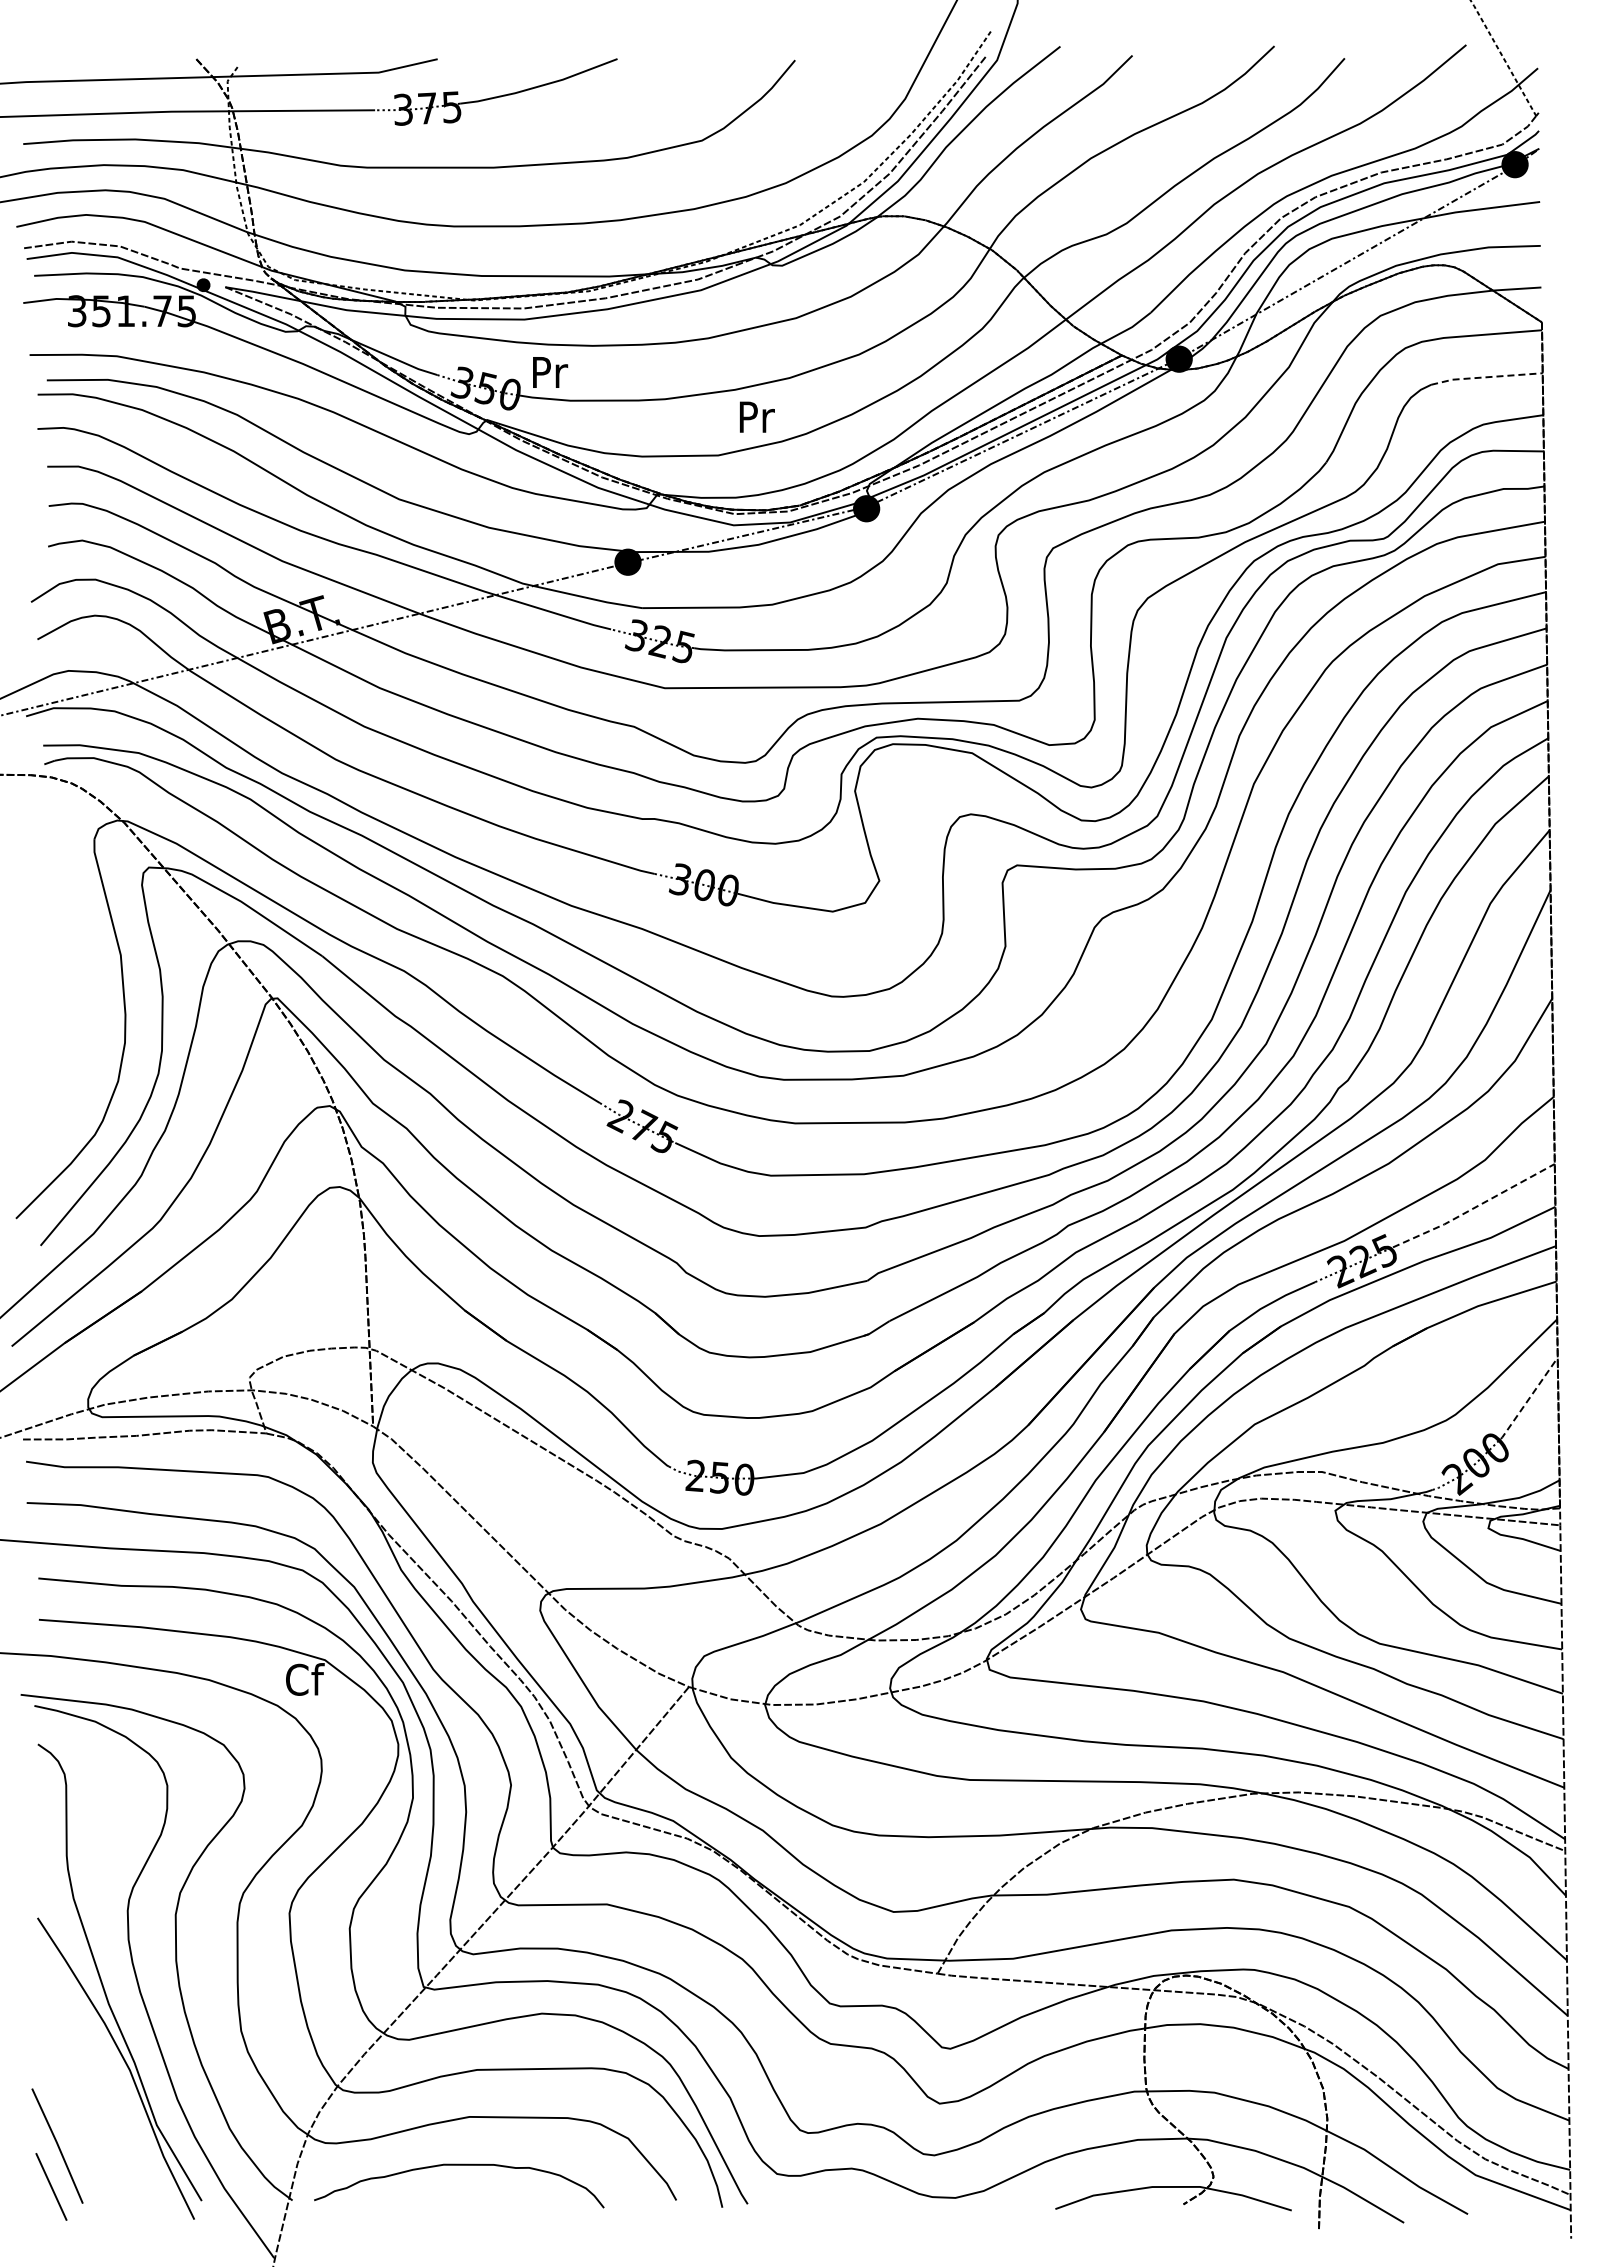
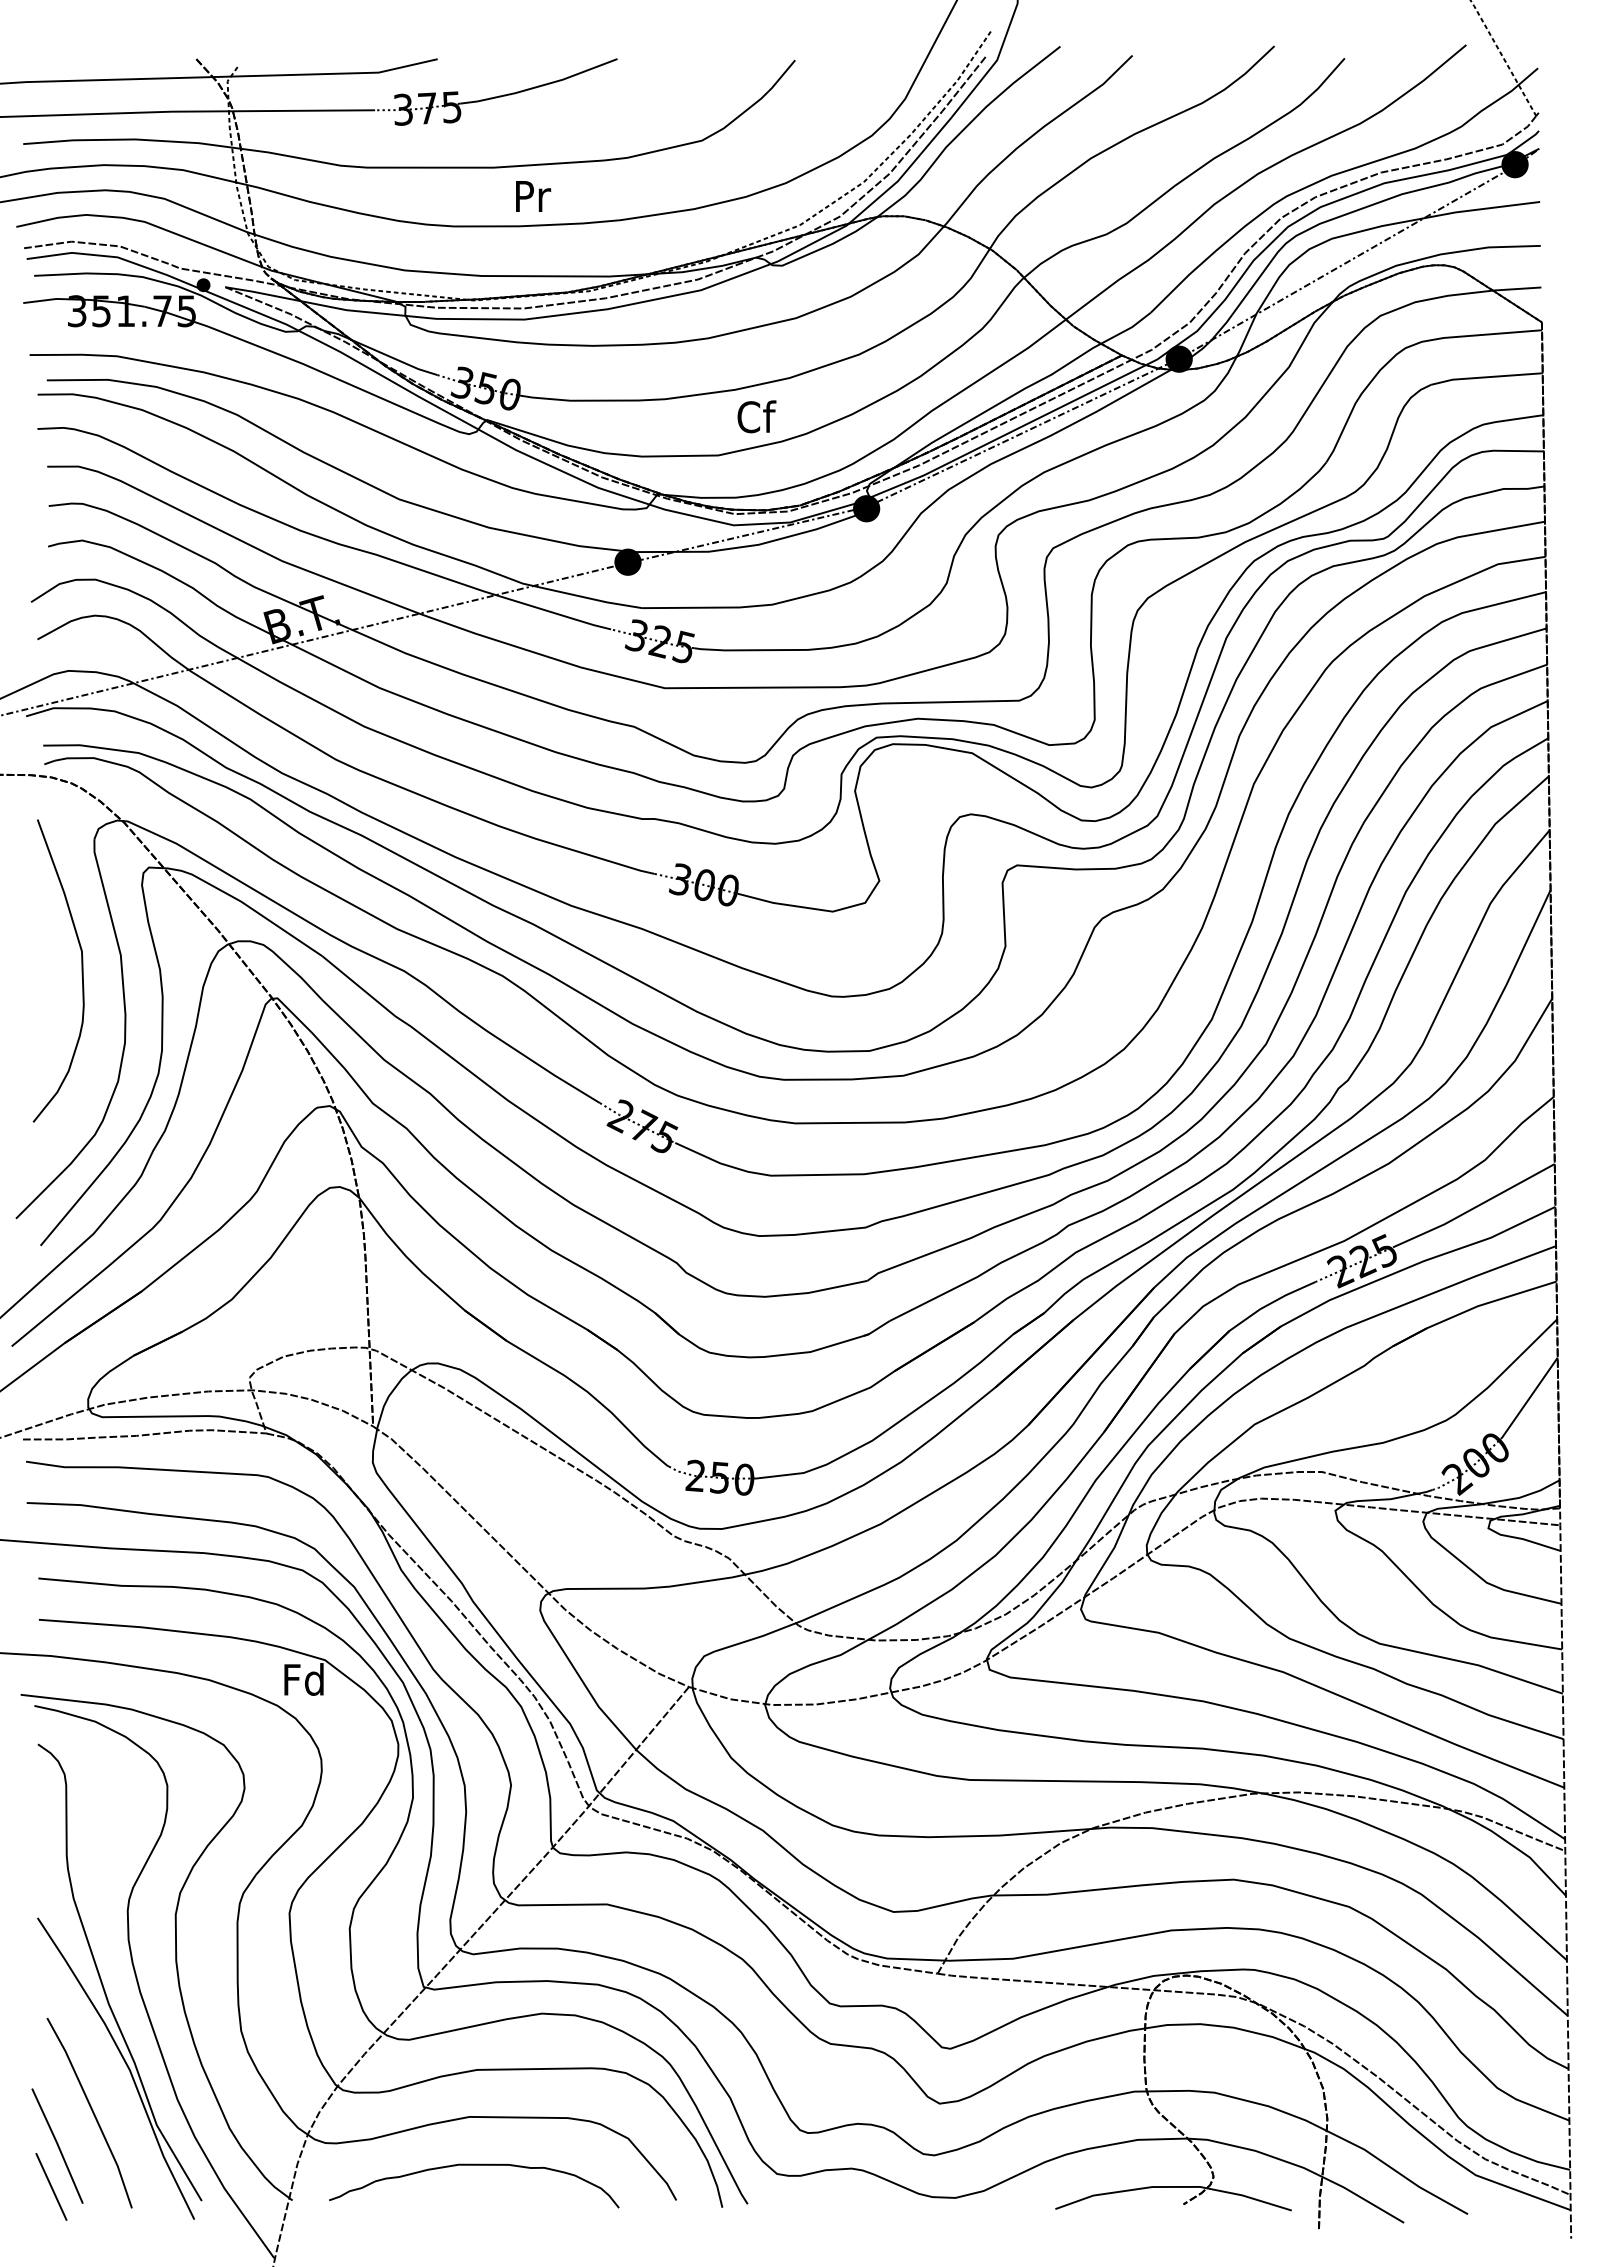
text at (550, 372) position: (550, 372) -> (533, 196)
line at (1486, 377): dashed -> solid
text at (756, 416): Pr -> Cf
curve at (81, 970): none -> present
line at (1474, 1208): dashed -> solid
line at (1529, 1398): dashed -> solid
text at (304, 1679): Cf -> Fd
line at (91, 2111): none -> present
curve at (459, 2165) position: (459, 2165) -> (474, 2165)
